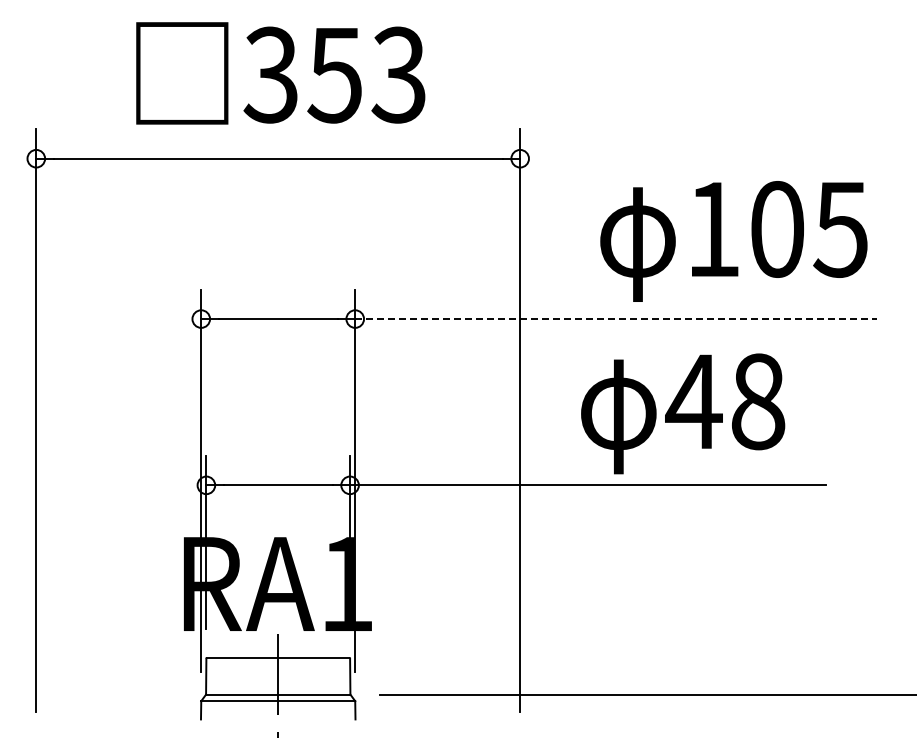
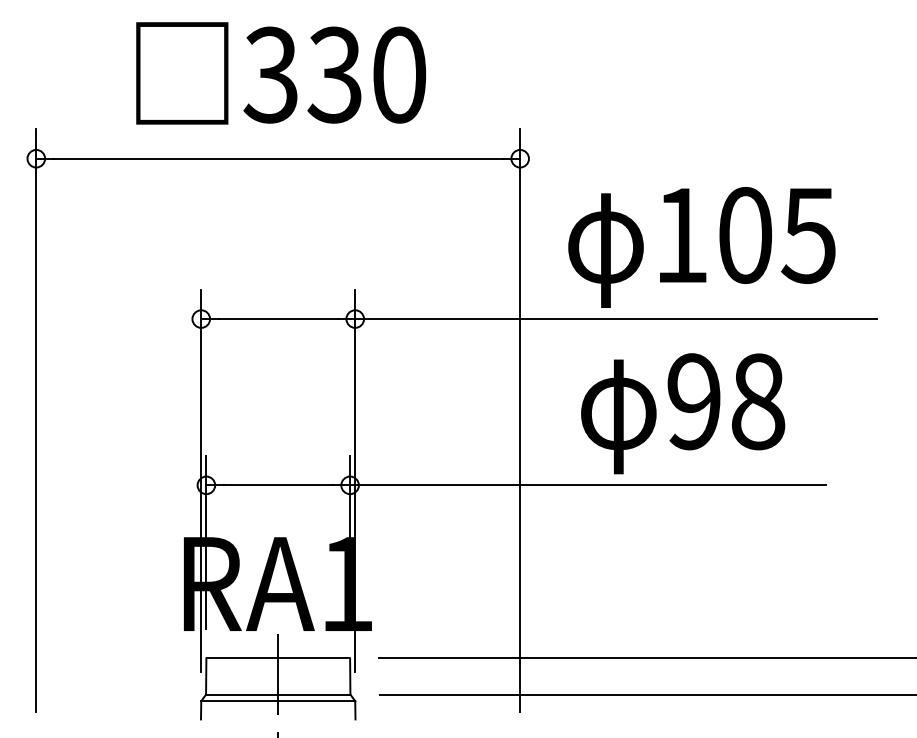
text at (366, 74): 353 -> 330
text at (733, 241) position: (733, 241) -> (701, 247)
line at (616, 319): dashed -> solid
text at (693, 401): 48 -> 98
line at (645, 657): none -> present
